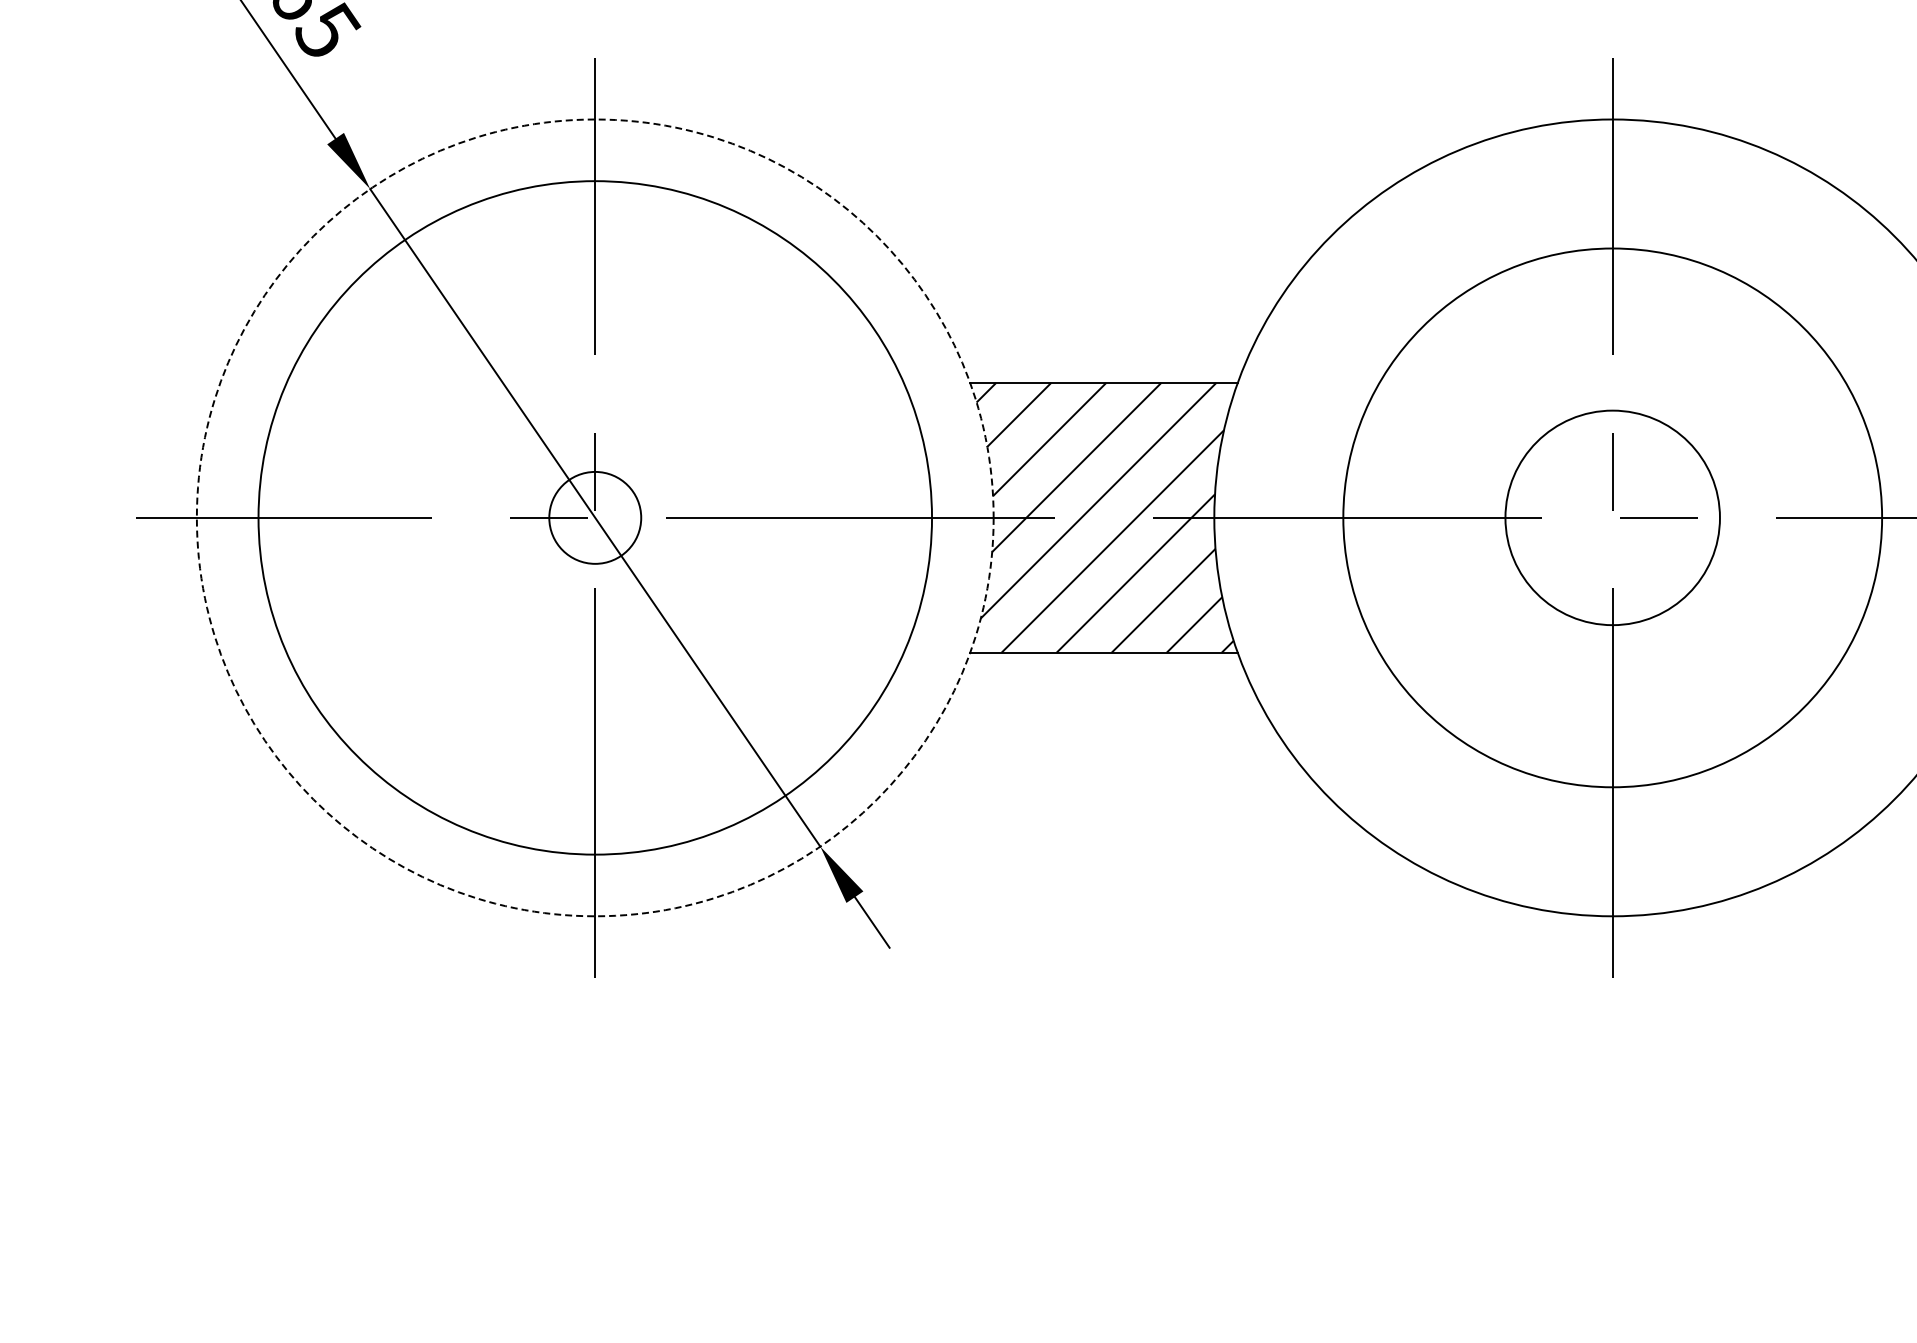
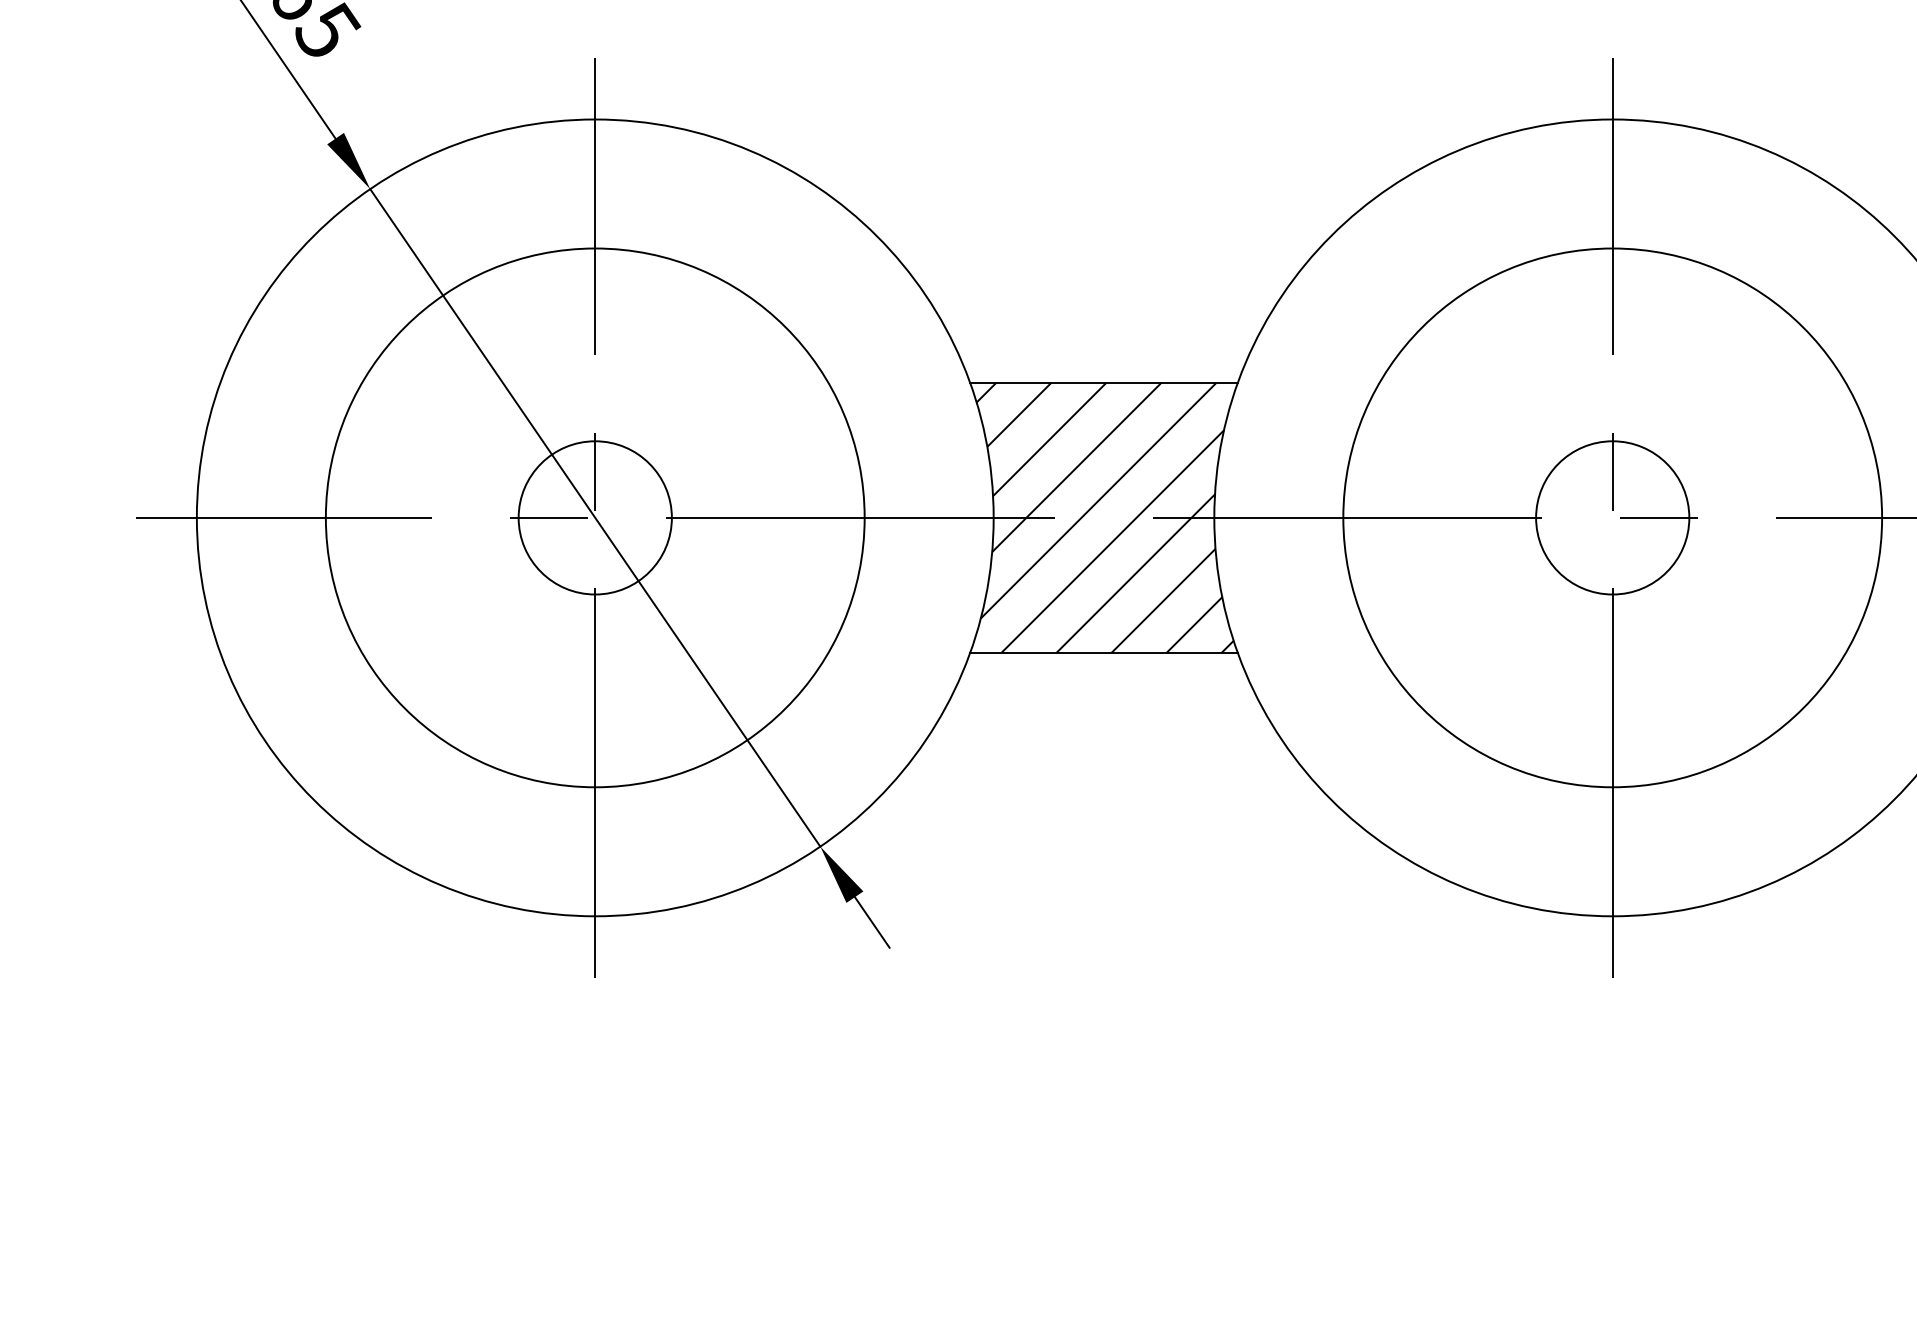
circle at (594, 517): dashed -> solid
circle at (595, 517) diameter: 673 px -> 539 px
circle at (595, 517) diameter: 92 px -> 153 px
circle at (1612, 517) diameter: 215 px -> 153 px
